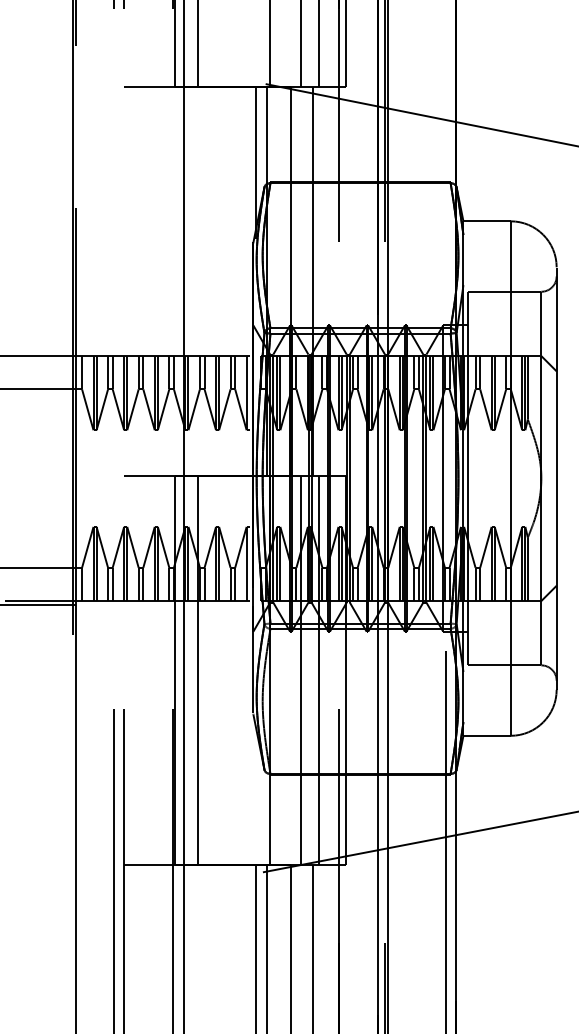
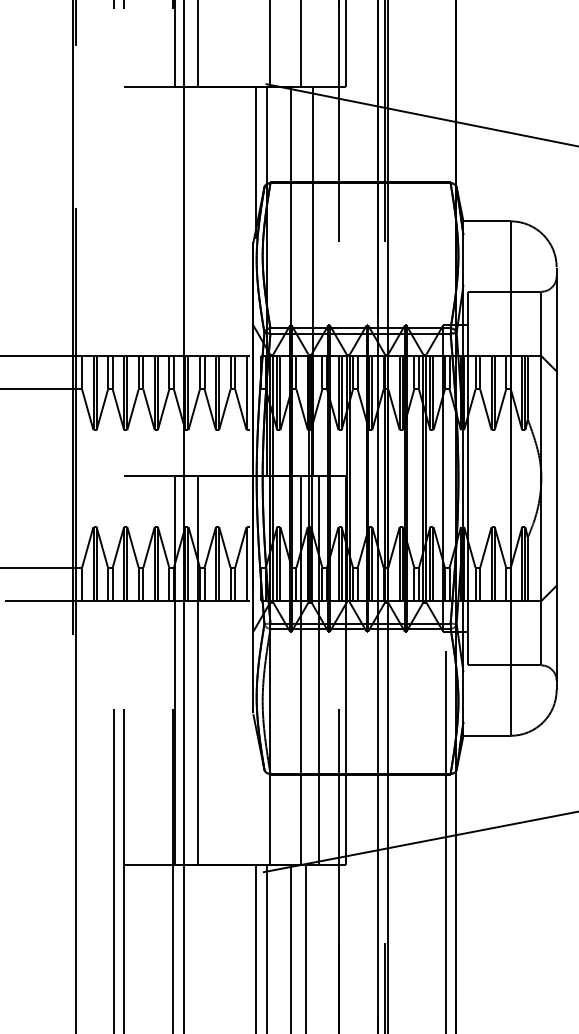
line at (318, 44): present -> none
line at (38, 604): present -> none
line at (313, 947) position: (313, 947) -> (306, 947)
